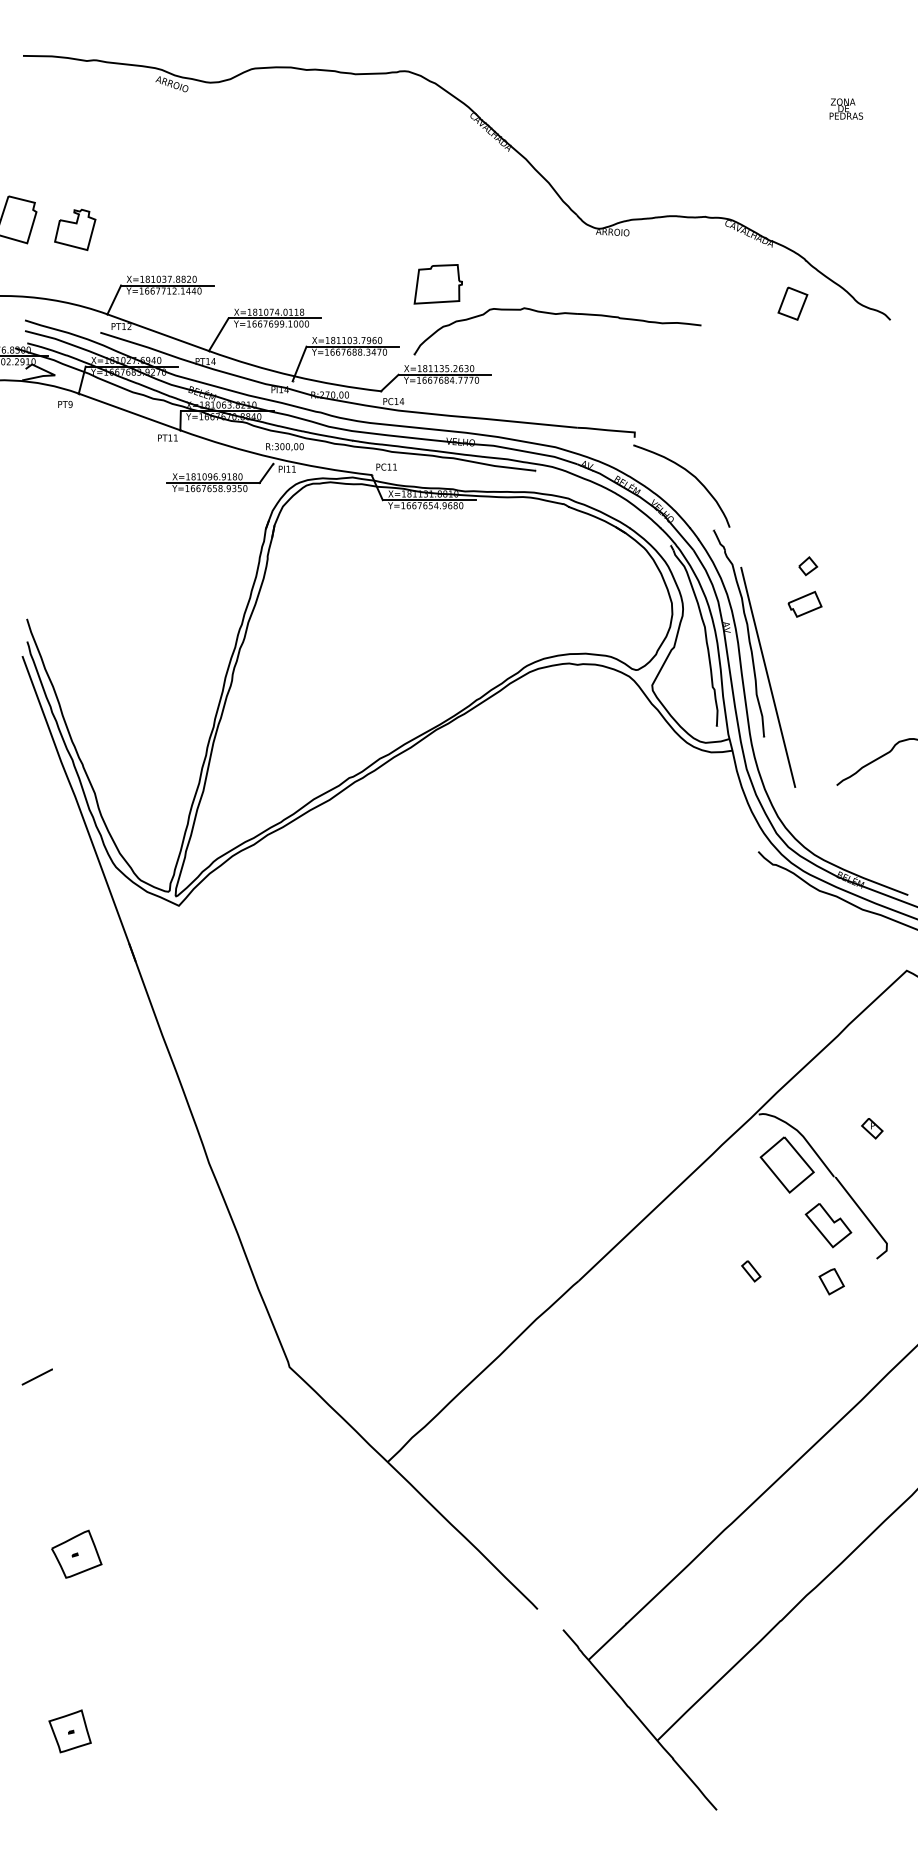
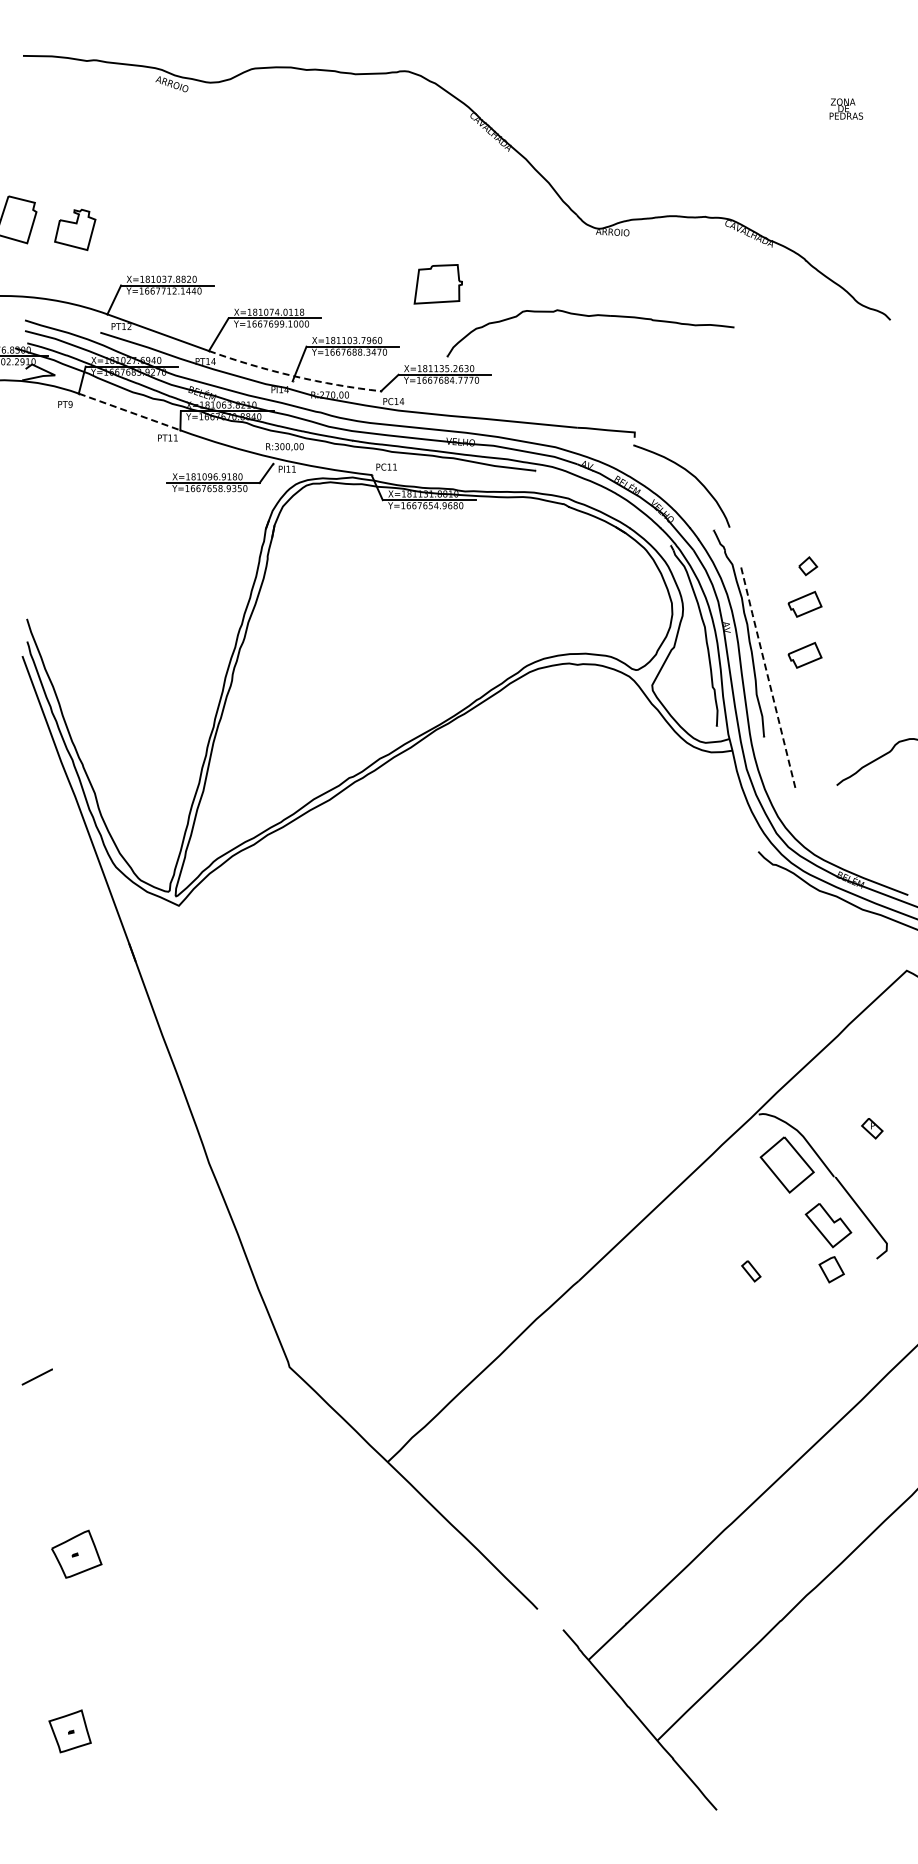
part at (792, 303): present -> none
part at (557, 314) position: (557, 314) -> (590, 316)
arc at (293, 376): solid -> dashed
line at (129, 411): solid -> dashed
part at (804, 654): none -> present
line at (767, 676): solid -> dashed
part at (831, 1281) position: (831, 1281) -> (831, 1269)
